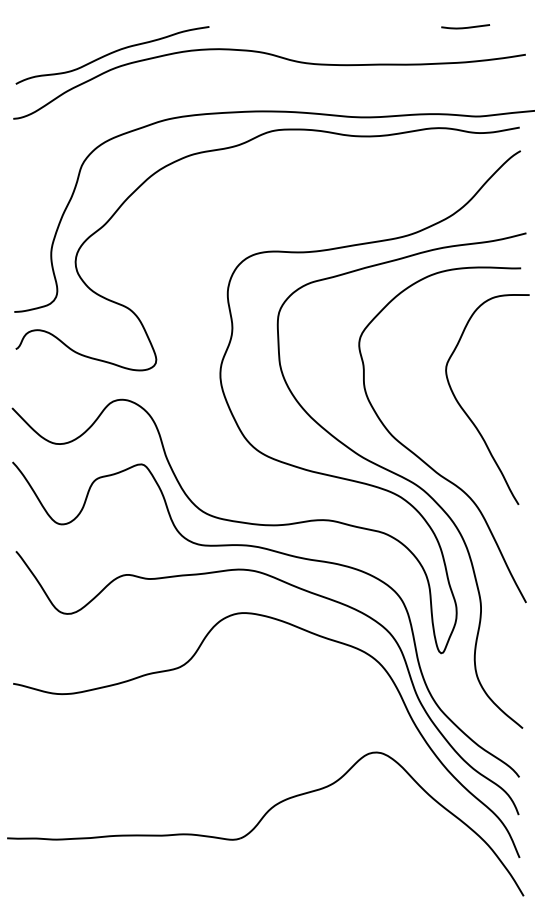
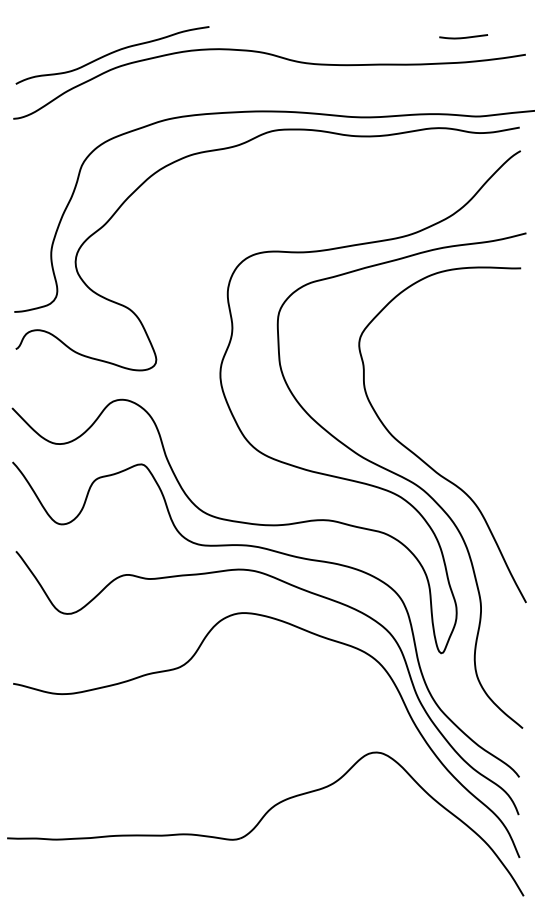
curve at (465, 27) position: (465, 27) -> (463, 37)
curve at (466, 412): present -> none
